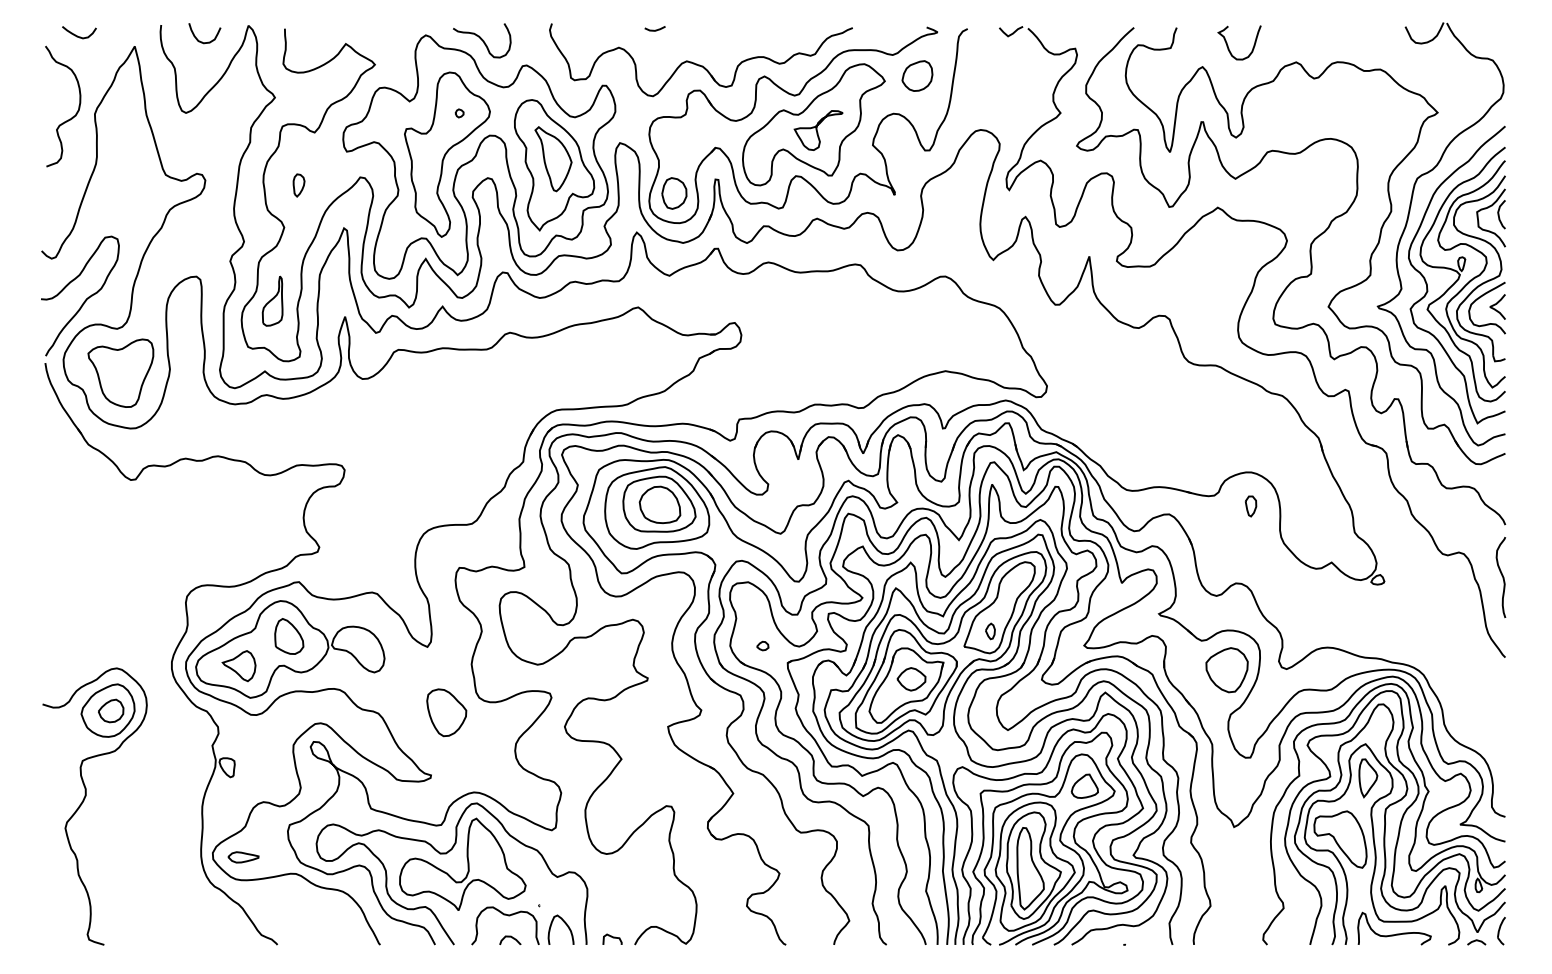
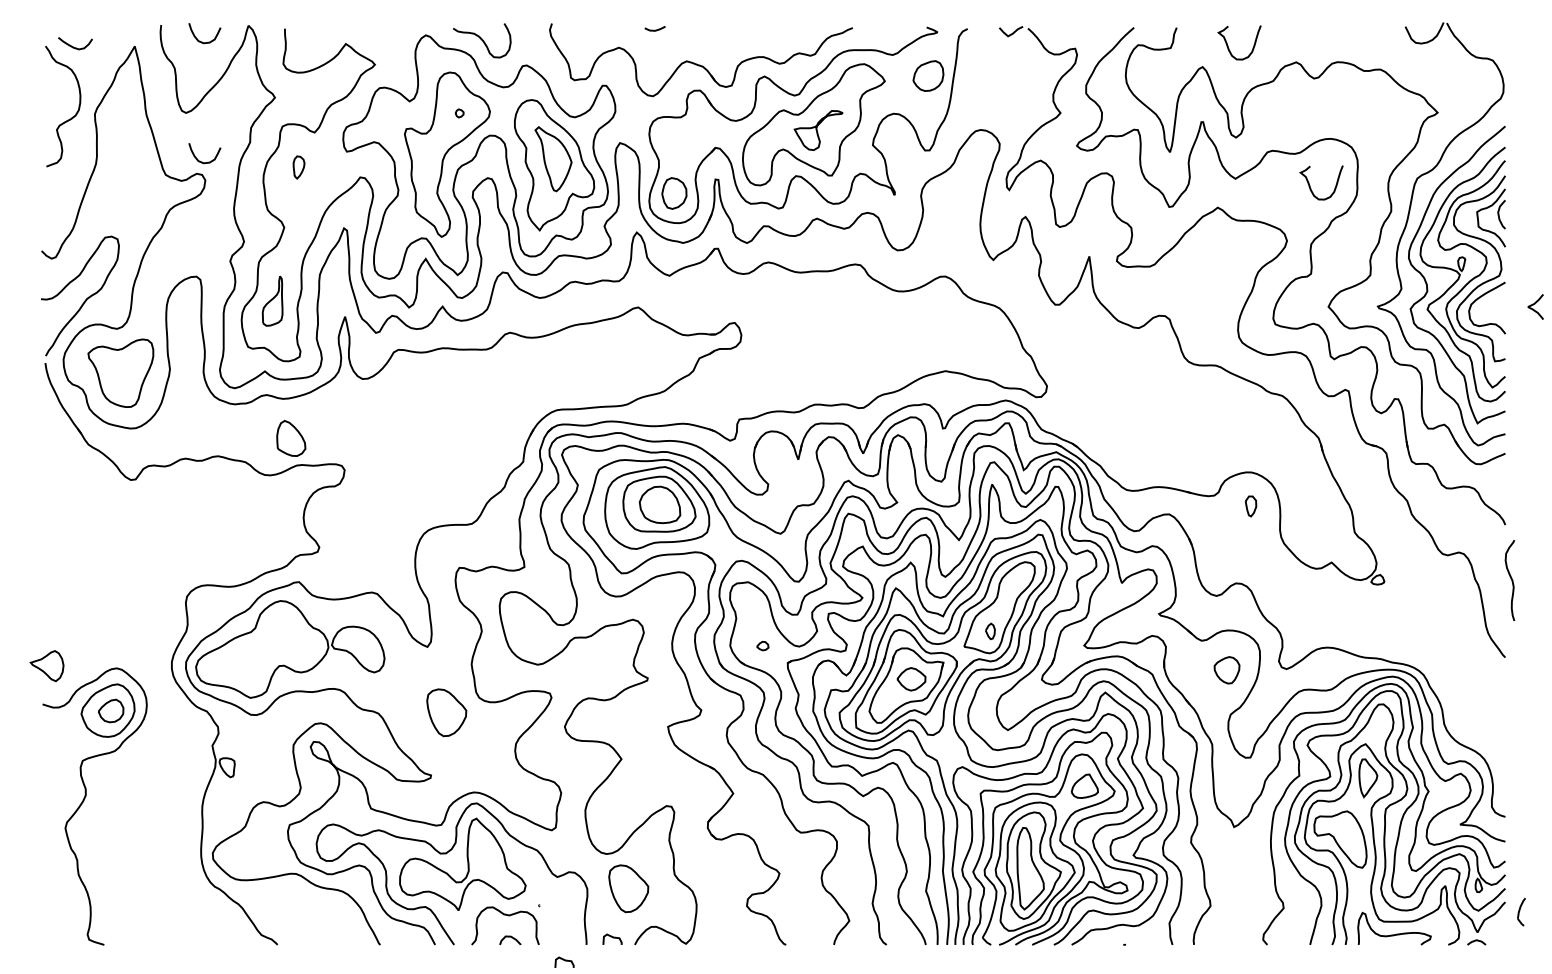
curve at (77, 35) position: (77, 35) -> (73, 46)
part at (917, 75) position: (917, 75) -> (928, 75)
curve at (202, 161): none -> present
part at (298, 185) position: (298, 185) -> (298, 167)
curve at (1310, 185): none -> present
curve at (1497, 304) position: (1497, 304) -> (1535, 304)
curve at (1501, 576) position: (1501, 576) -> (1510, 579)
part at (289, 636) position: (289, 636) -> (291, 438)
part at (238, 666) position: (238, 666) -> (46, 666)
part at (1226, 670) size: 44x47 px -> 28x29 px
part at (243, 857): present -> none
part at (628, 888): none -> present
curve at (565, 924): present -> none
part at (1501, 931) position: (1501, 931) -> (1521, 912)
curve at (564, 960): none -> present
